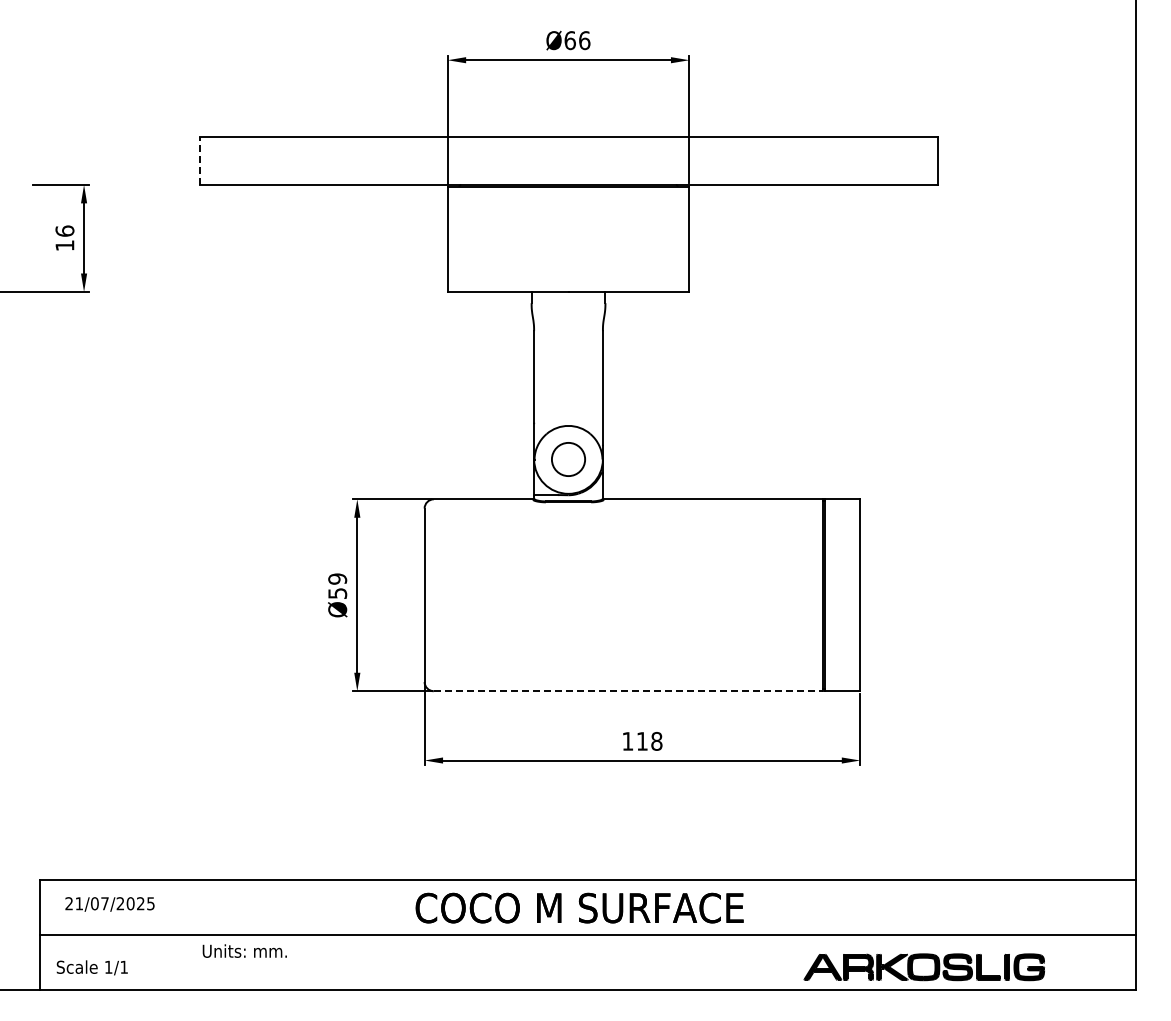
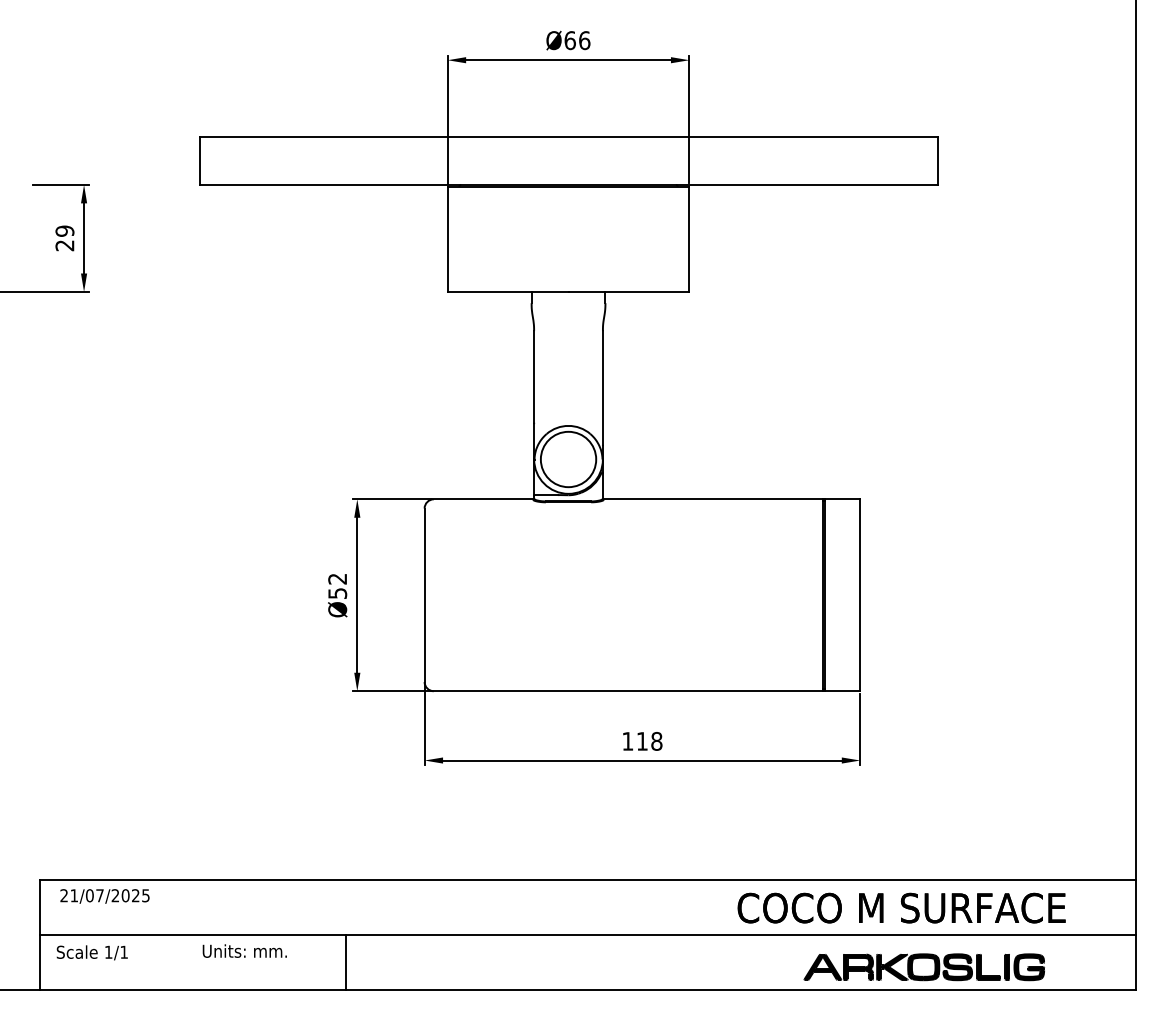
line at (199, 160): dashed -> solid
text at (64, 238): 16 -> 29
circle at (568, 459) diameter: 33 px -> 55 px
text at (337, 578): Ø59 -> Ø52
line at (628, 691): dashed -> solid
text at (109, 904) position: (109, 904) -> (104, 896)
text at (579, 907) position: (579, 907) -> (901, 907)
line at (346, 962): none -> present
text at (91, 967) position: (91, 967) -> (91, 952)
